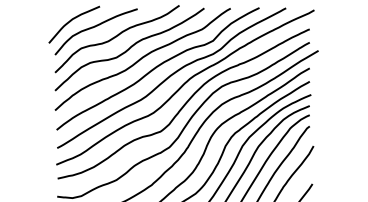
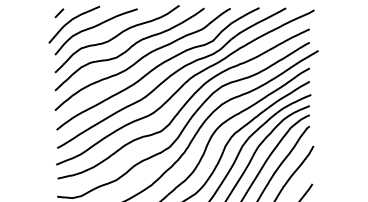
line at (59, 13): none -> present
